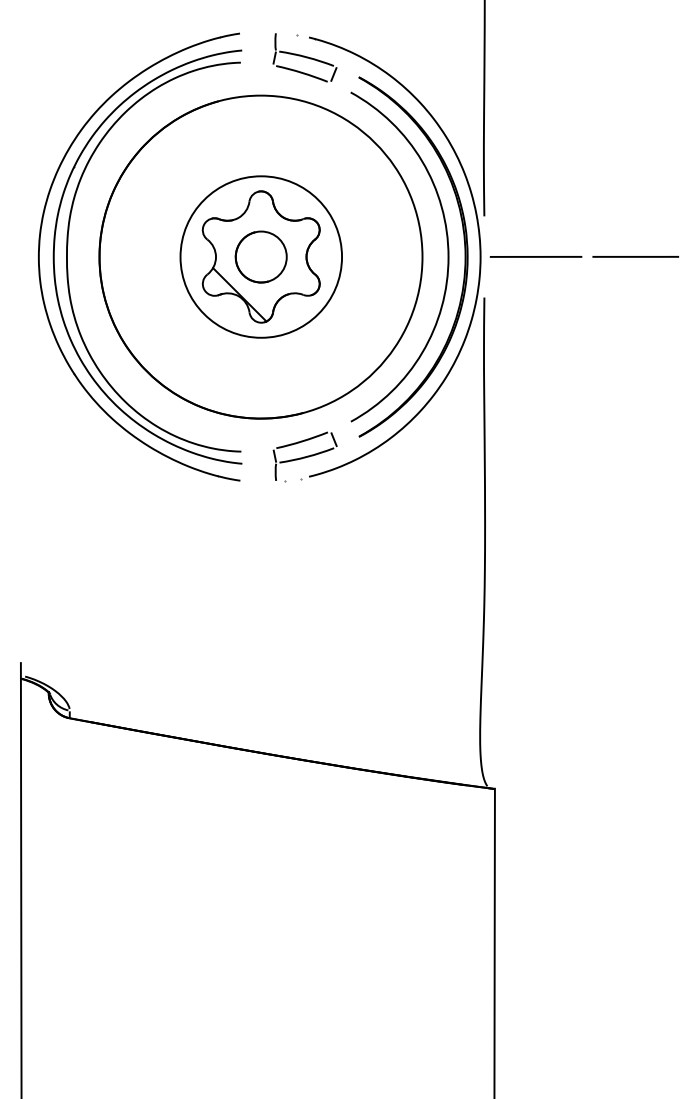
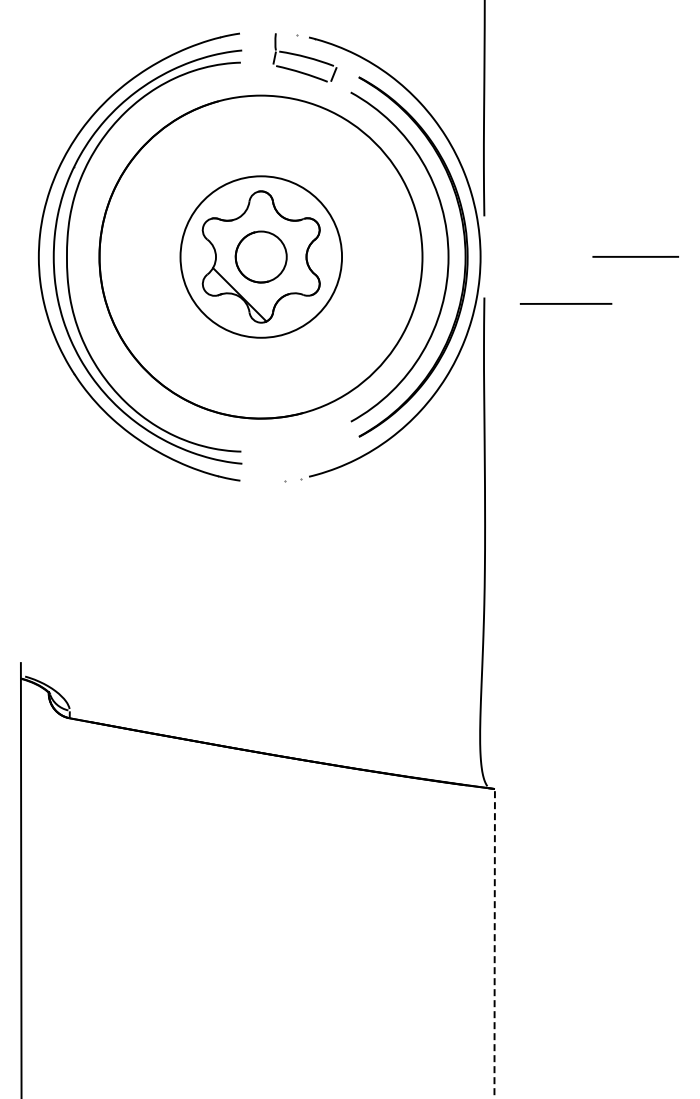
line at (535, 256) position: (535, 256) -> (565, 303)
part at (304, 455): present -> none
line at (494, 943): solid -> dashed
